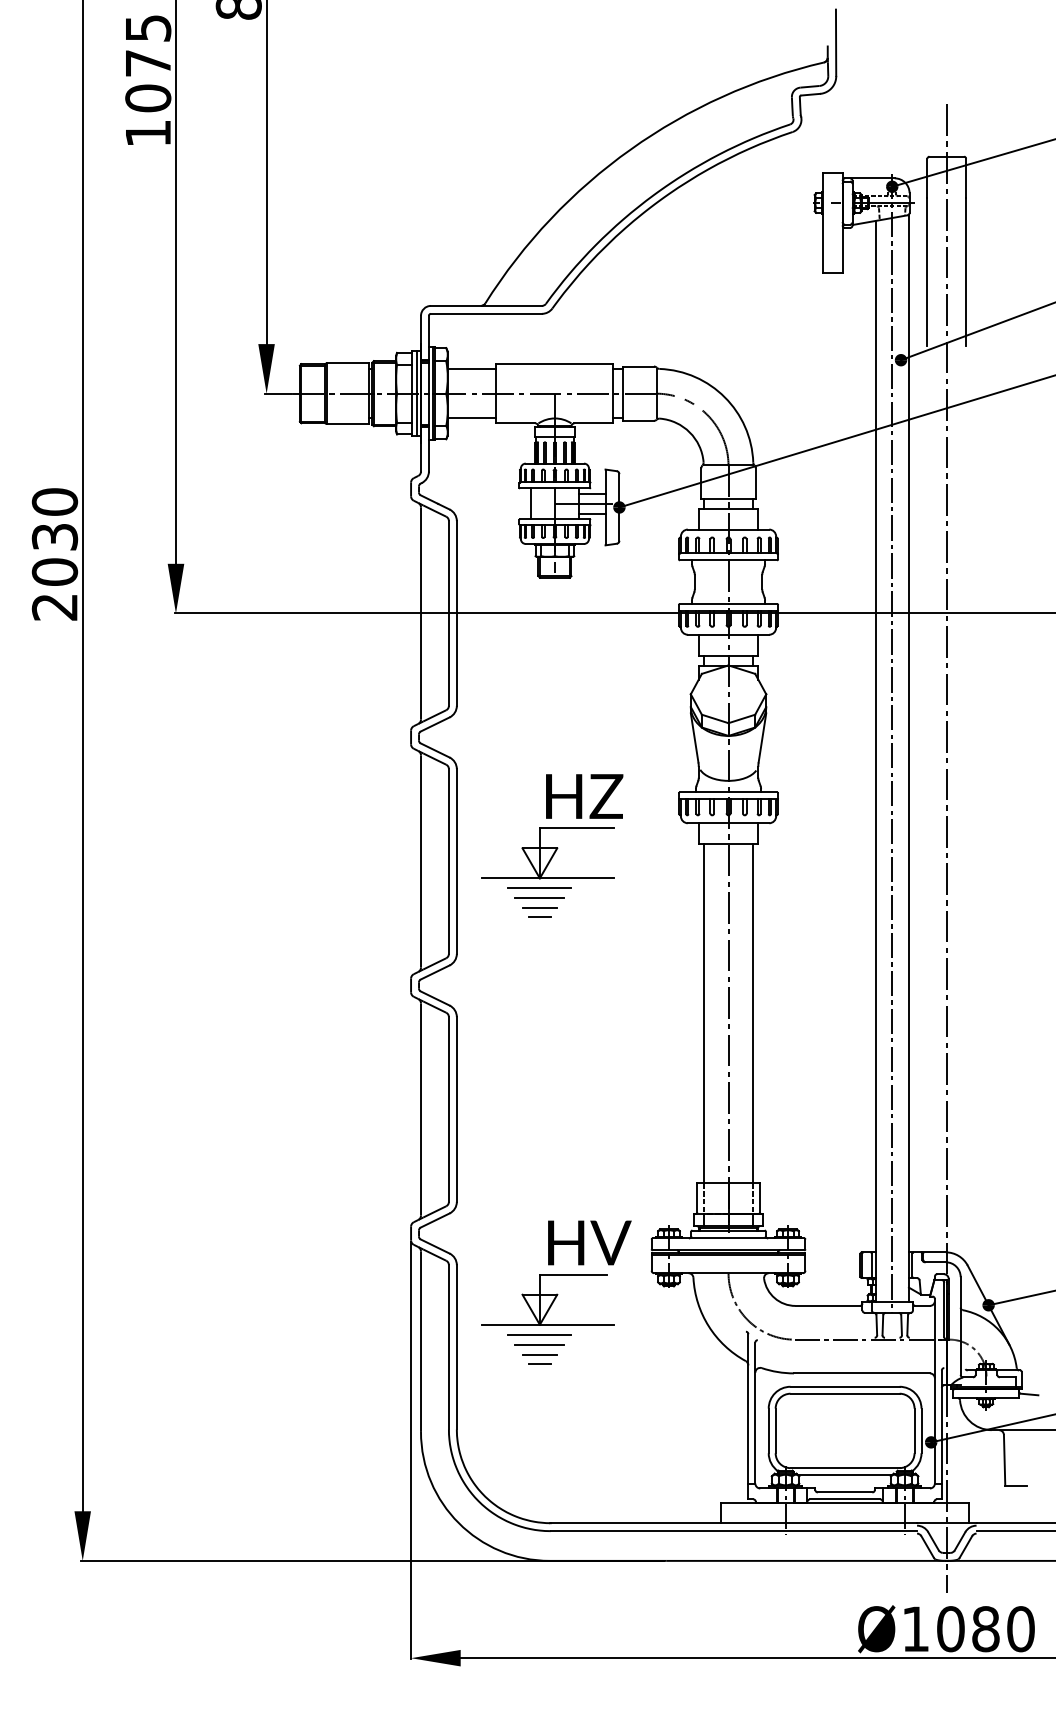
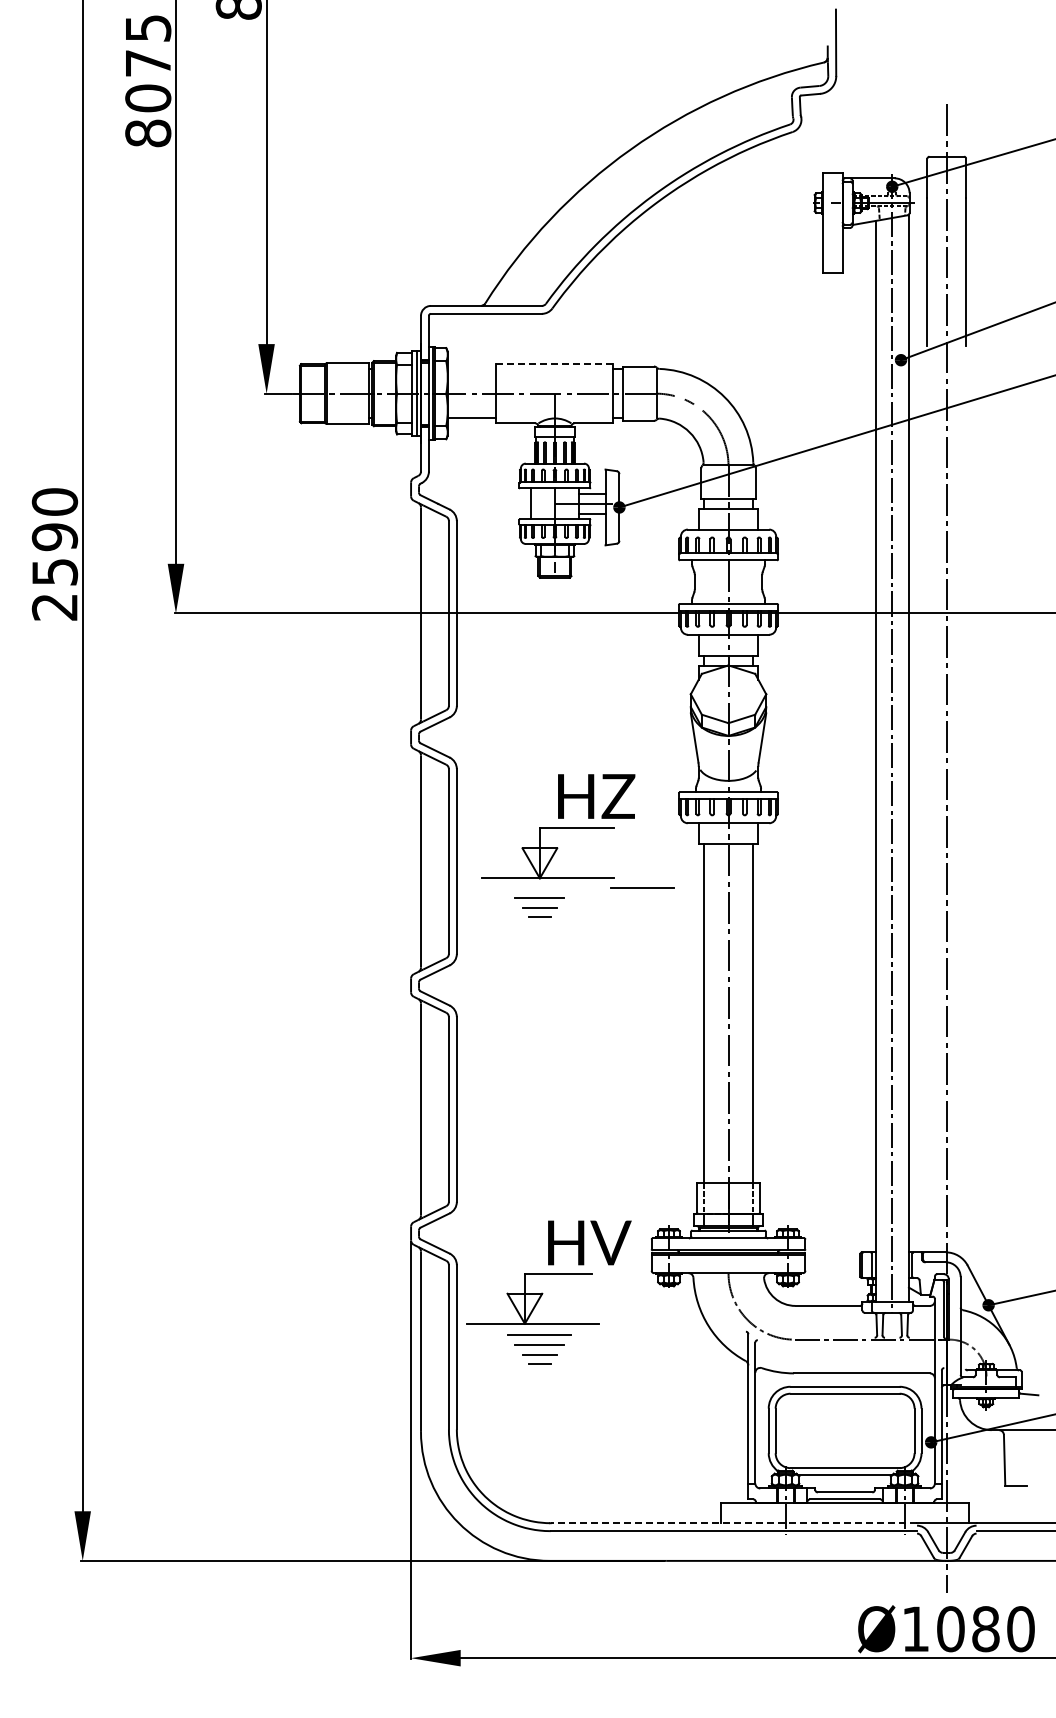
text at (148, 133): 1075 -> 8075
line at (554, 363): solid -> dashed
line at (471, 368): present -> none
text at (54, 554): 2030 -> 2590
text at (584, 796) position: (584, 796) -> (596, 796)
line at (539, 887) position: (539, 887) -> (642, 887)
part at (547, 1299) position: (547, 1299) -> (532, 1298)
line at (733, 1523): solid -> dashed
